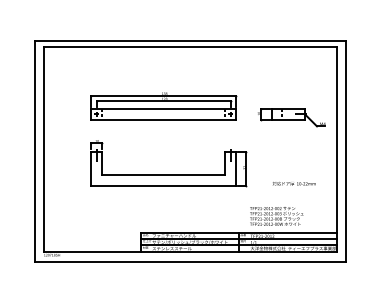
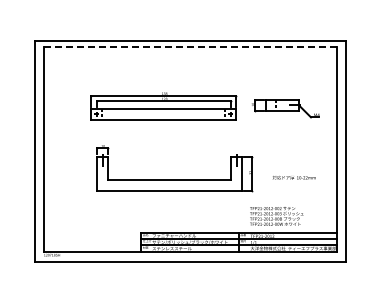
line at (190, 47): solid -> dashed
part at (291, 117) position: (291, 117) -> (285, 108)
part at (168, 174) position: (168, 174) -> (174, 179)
text at (293, 183) position: (293, 183) -> (293, 177)
